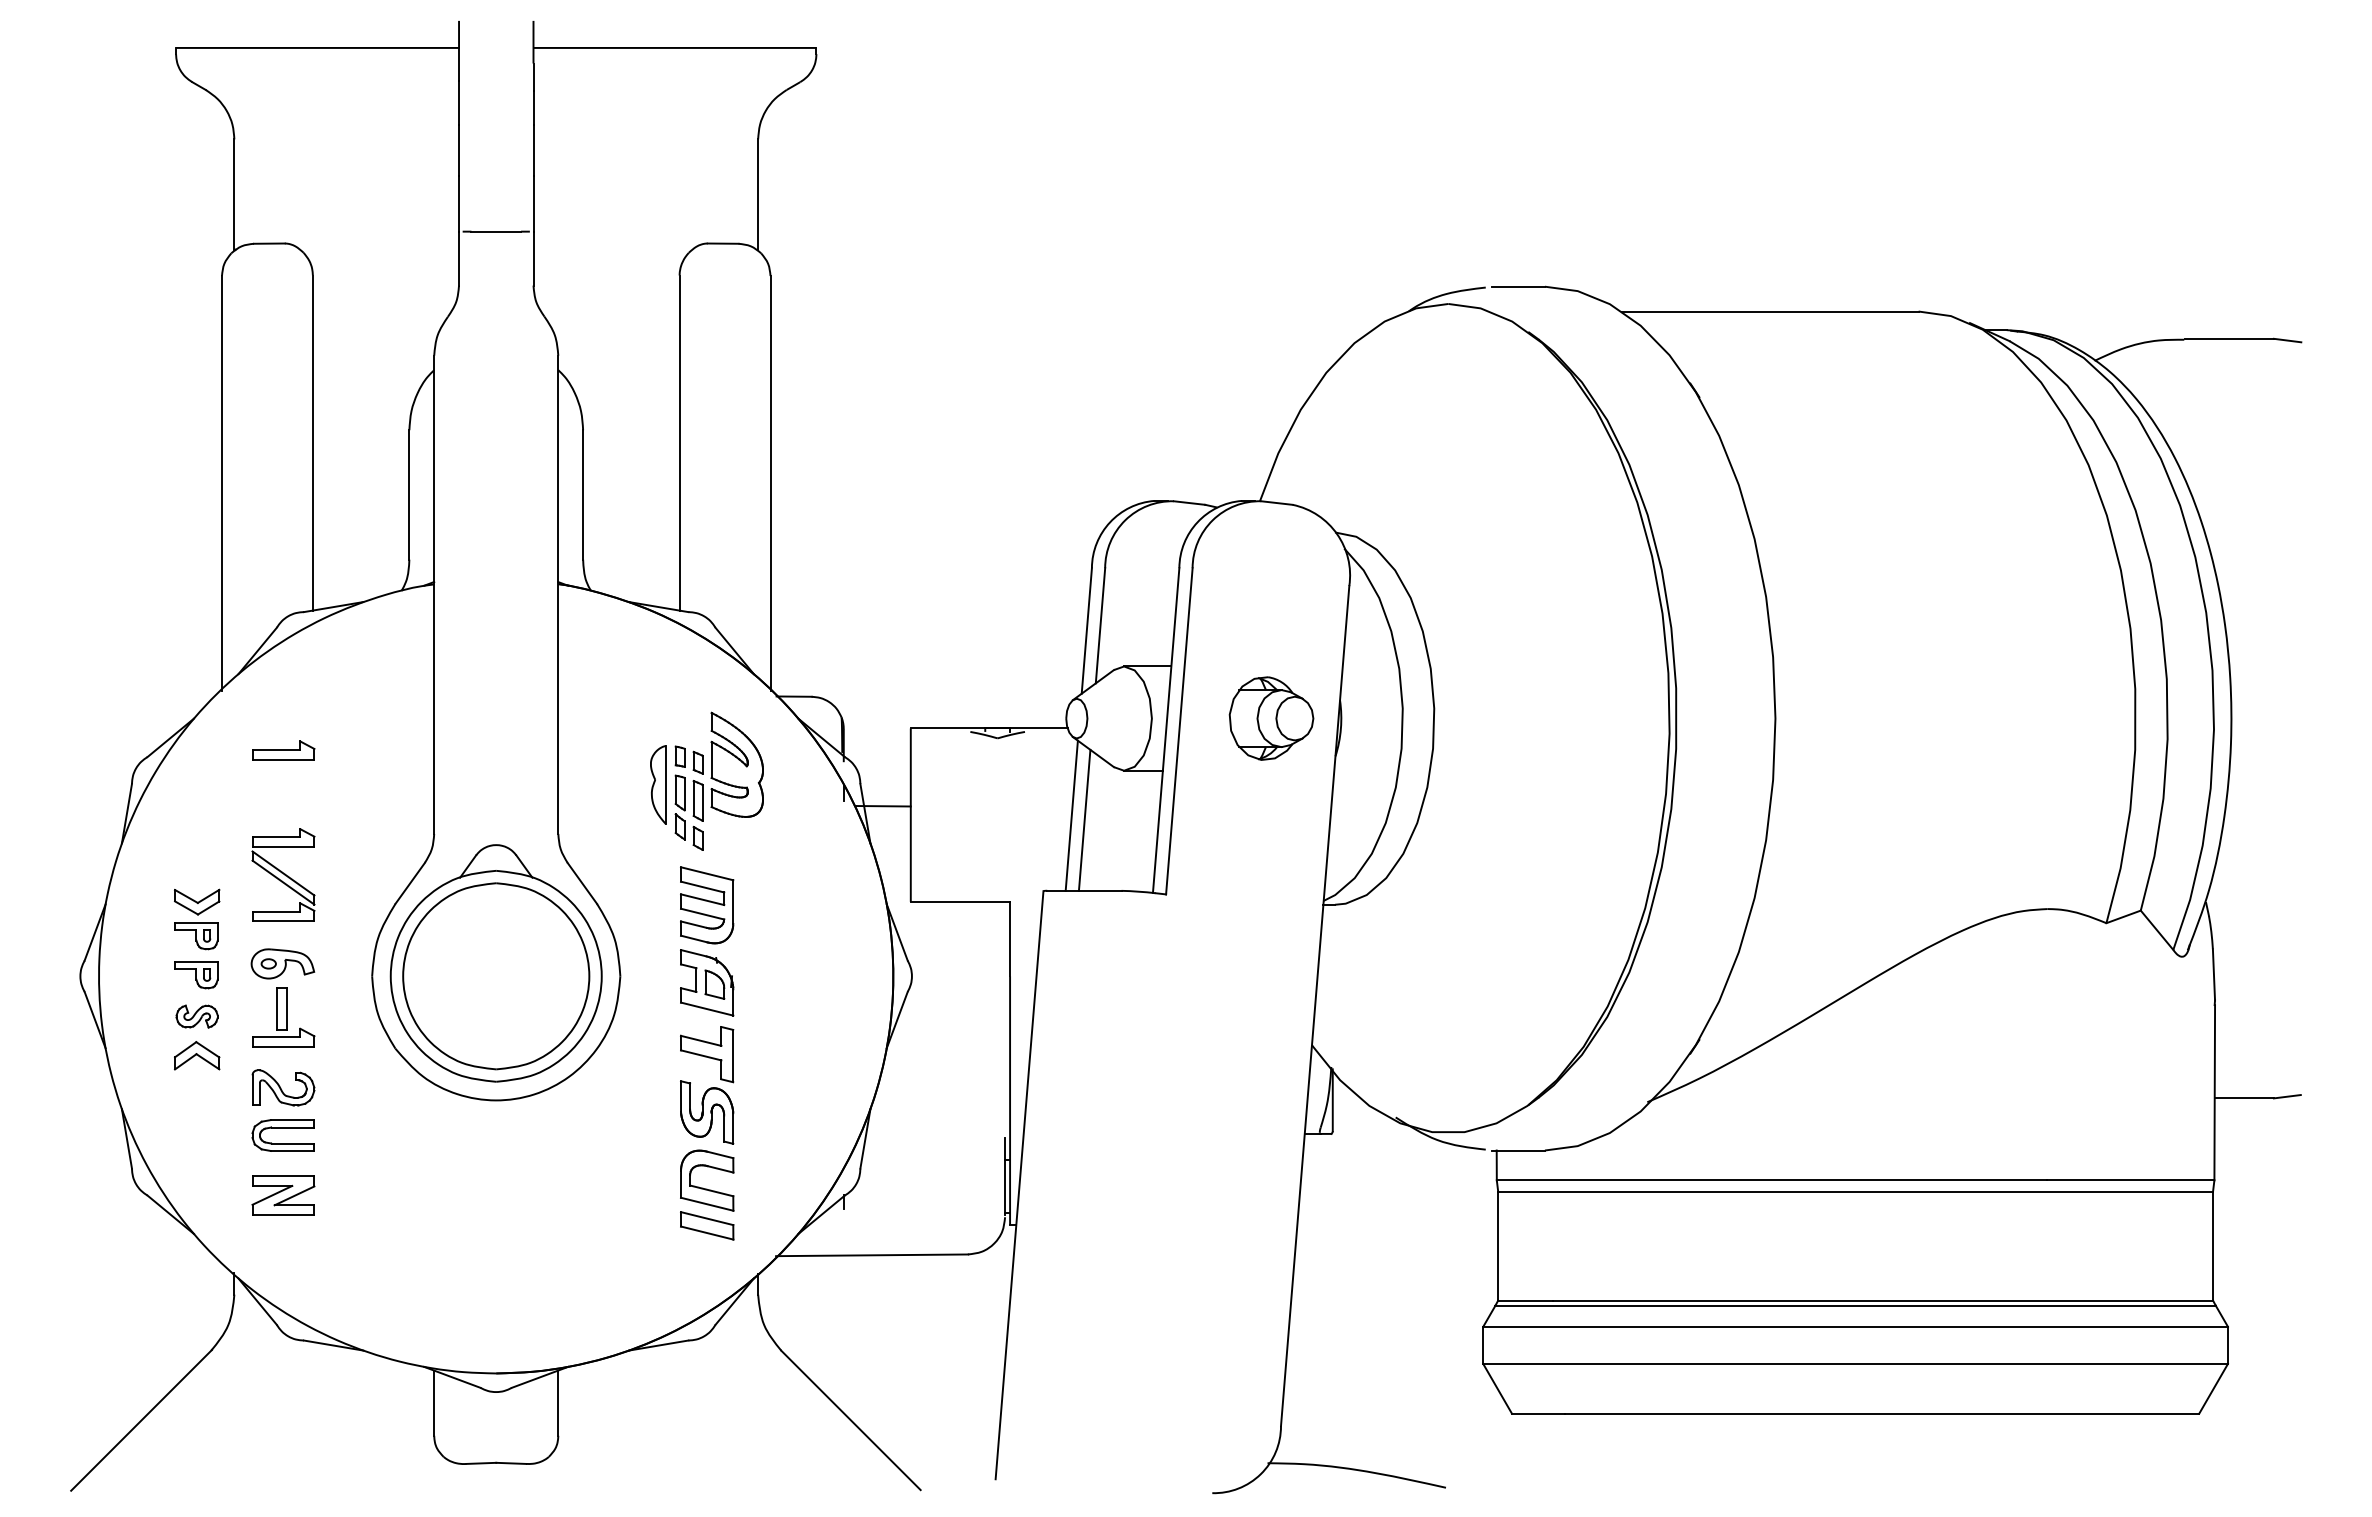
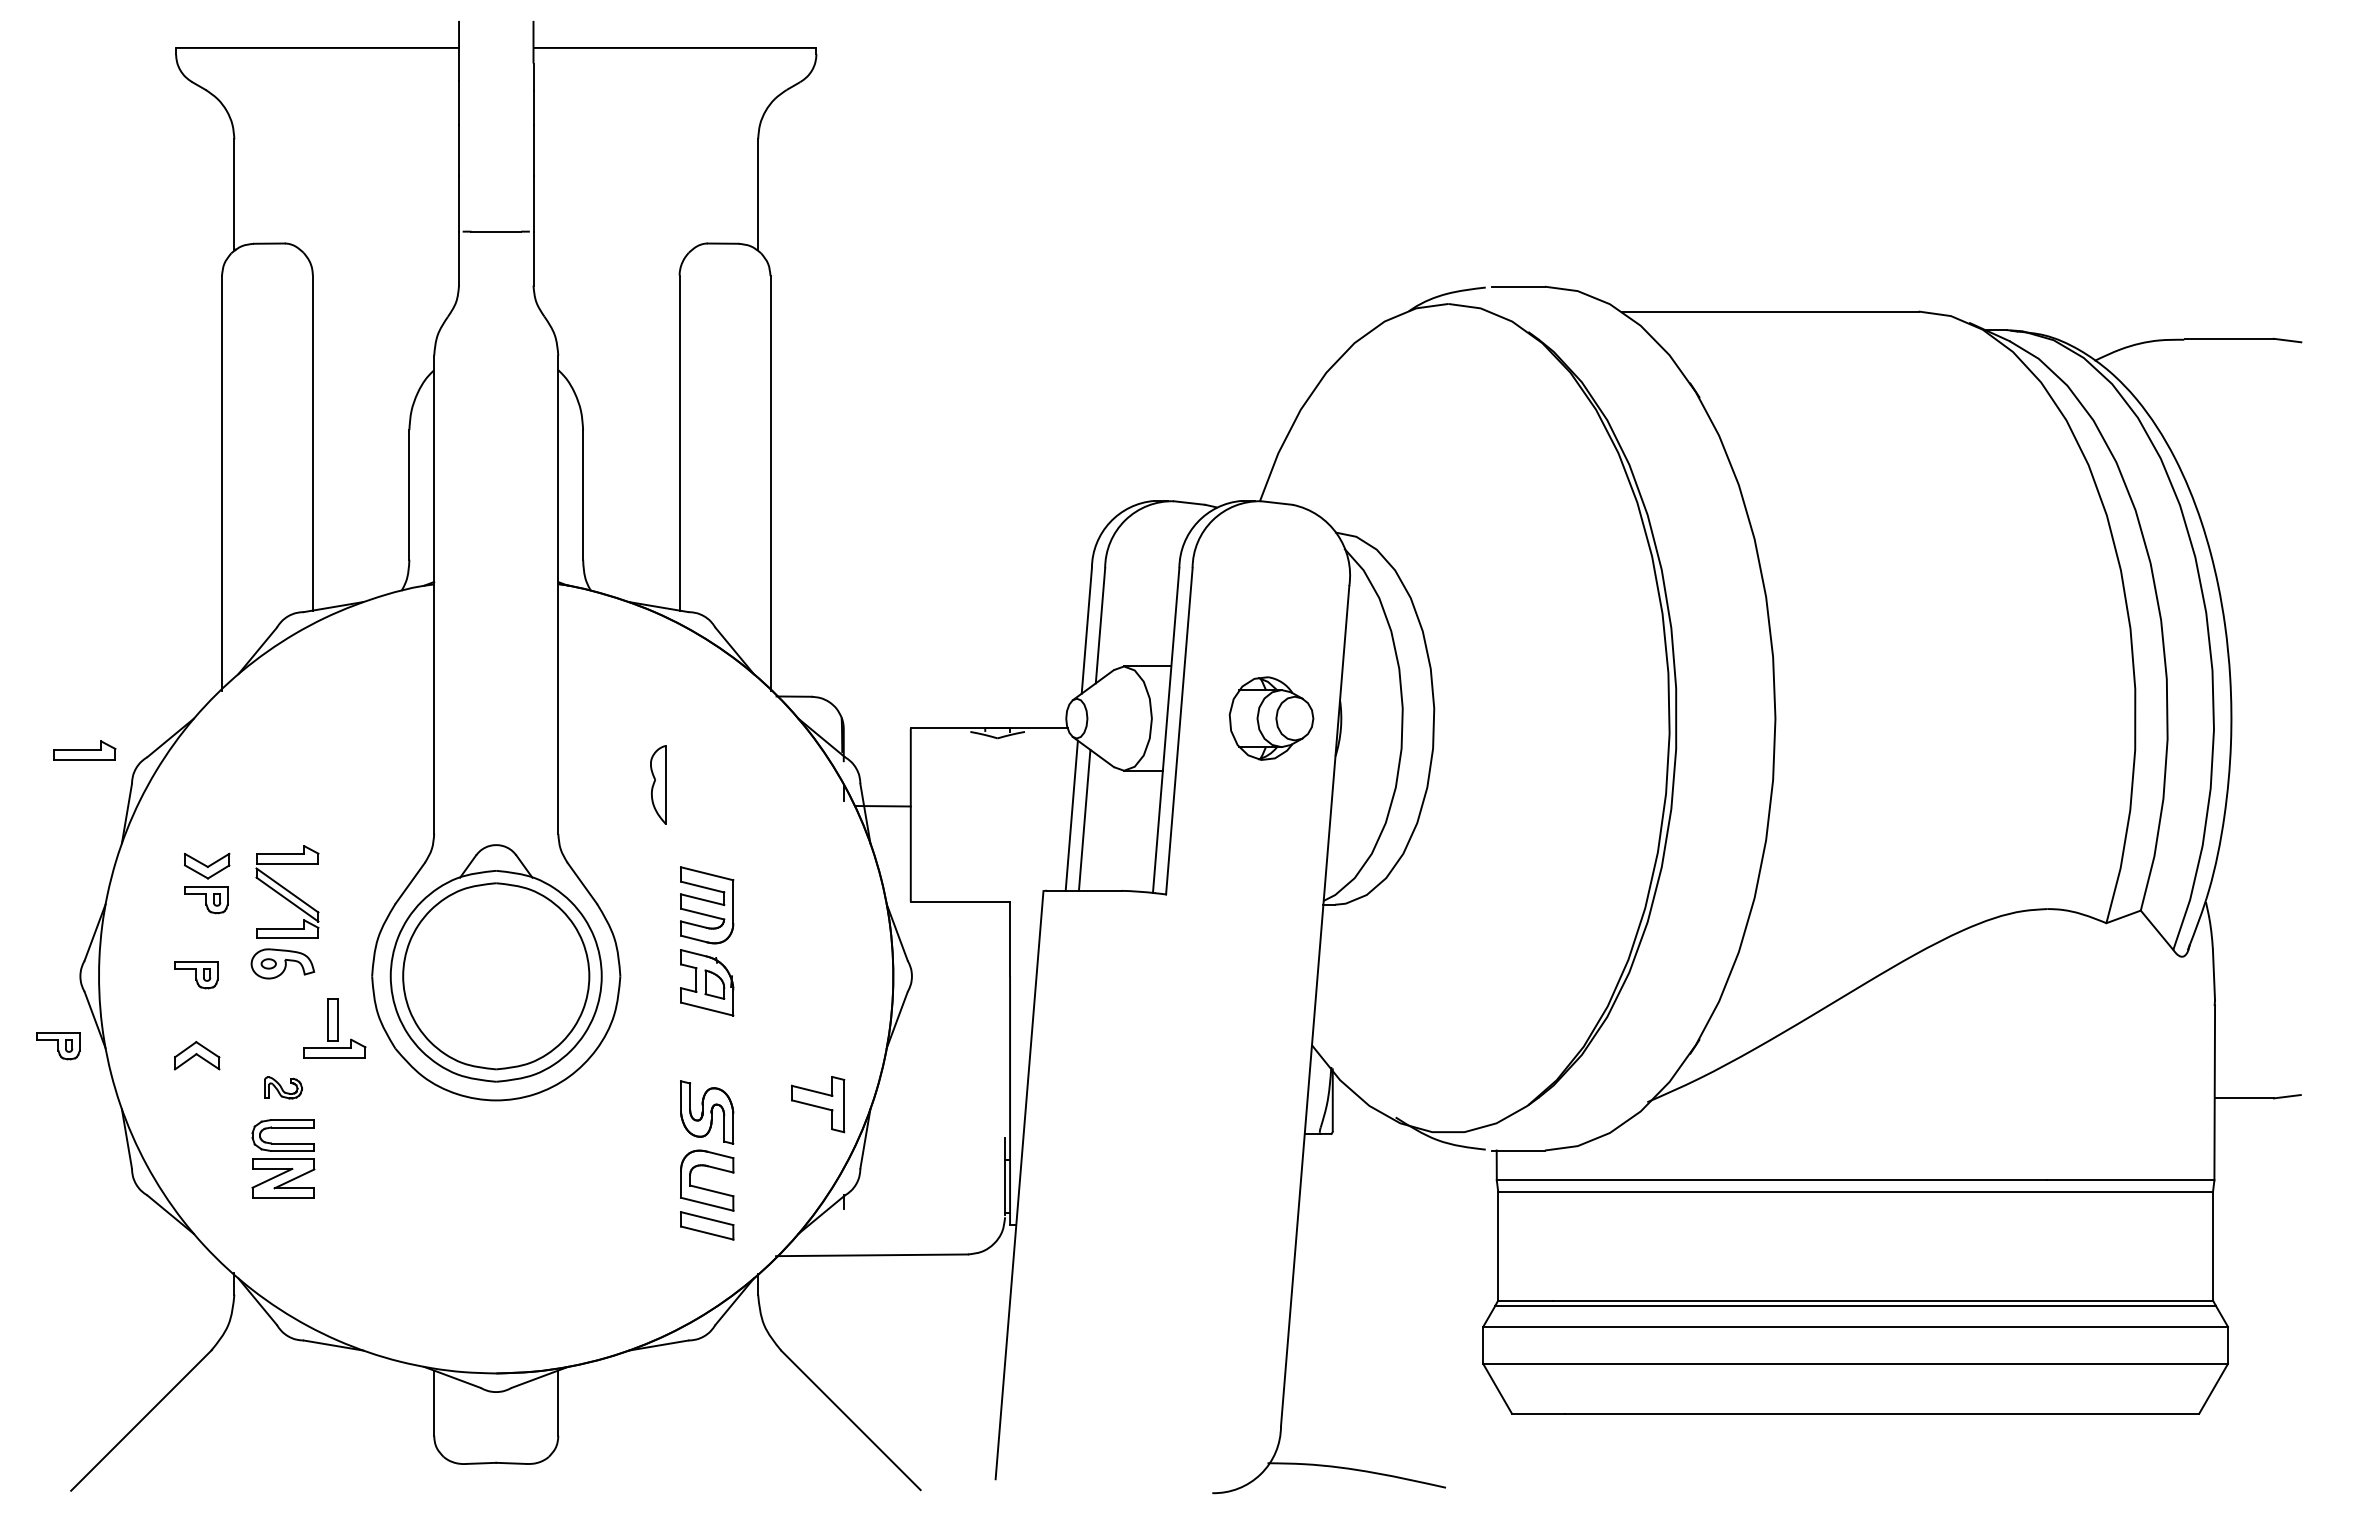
part at (283, 750) position: (283, 750) -> (84, 750)
part at (718, 780): present -> none
part at (283, 874) position: (283, 874) -> (287, 891)
part at (197, 919) position: (197, 919) -> (207, 883)
part at (196, 1016): present -> none
part at (283, 1017) position: (283, 1017) -> (334, 1028)
part at (58, 1046): none -> present
part at (707, 1054) position: (707, 1054) -> (818, 1104)
part at (283, 1087) size: 65x38 px -> 39x24 px
part at (283, 1195) position: (283, 1195) -> (283, 1178)
